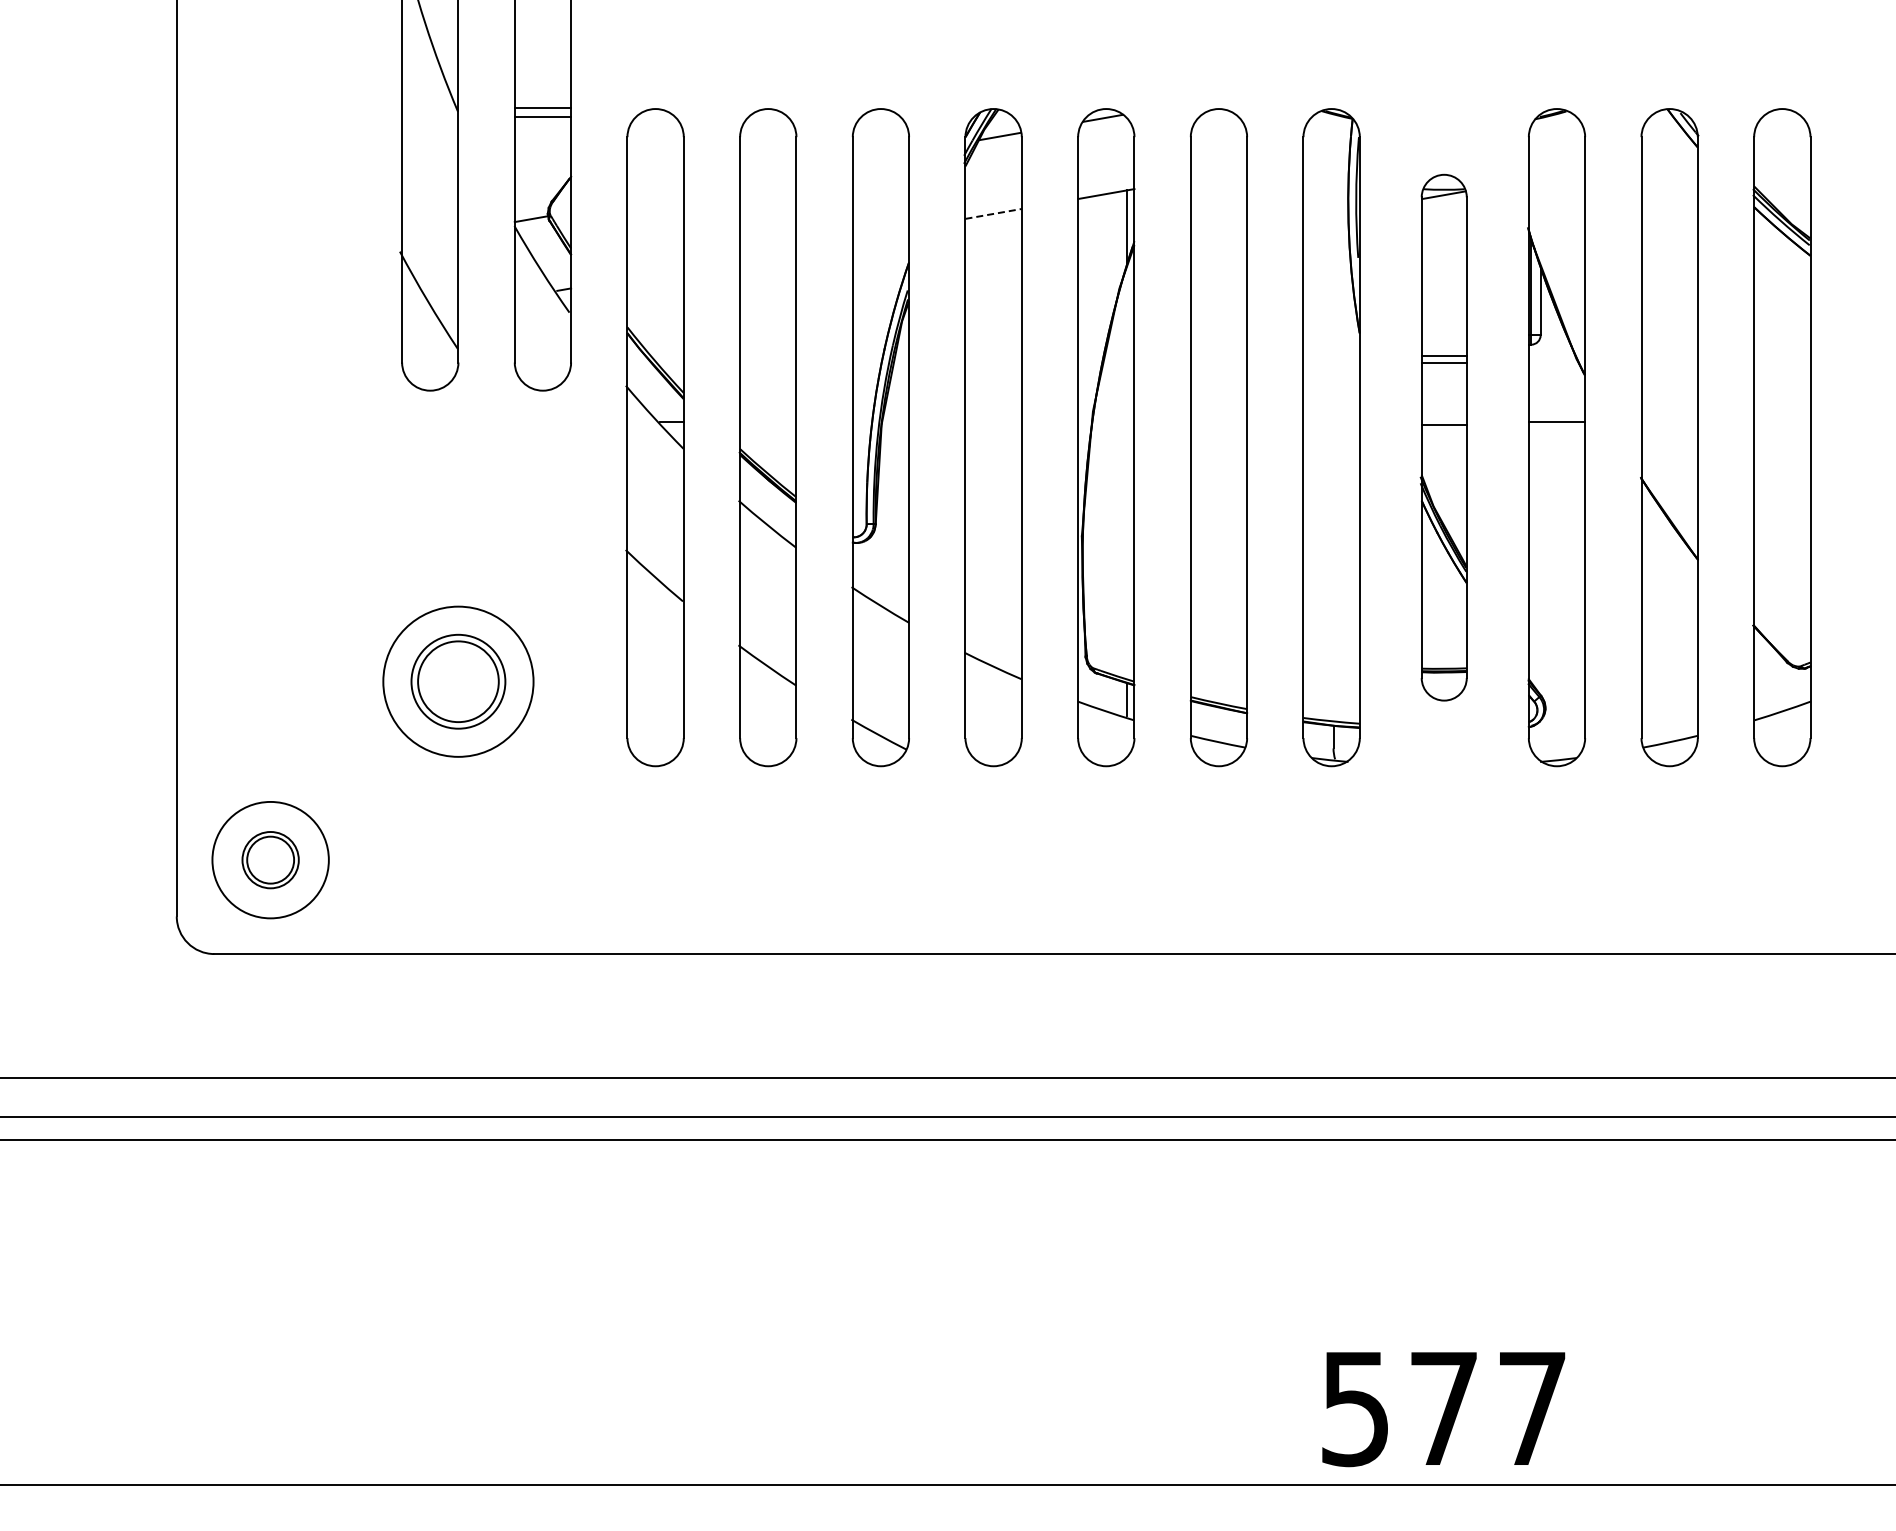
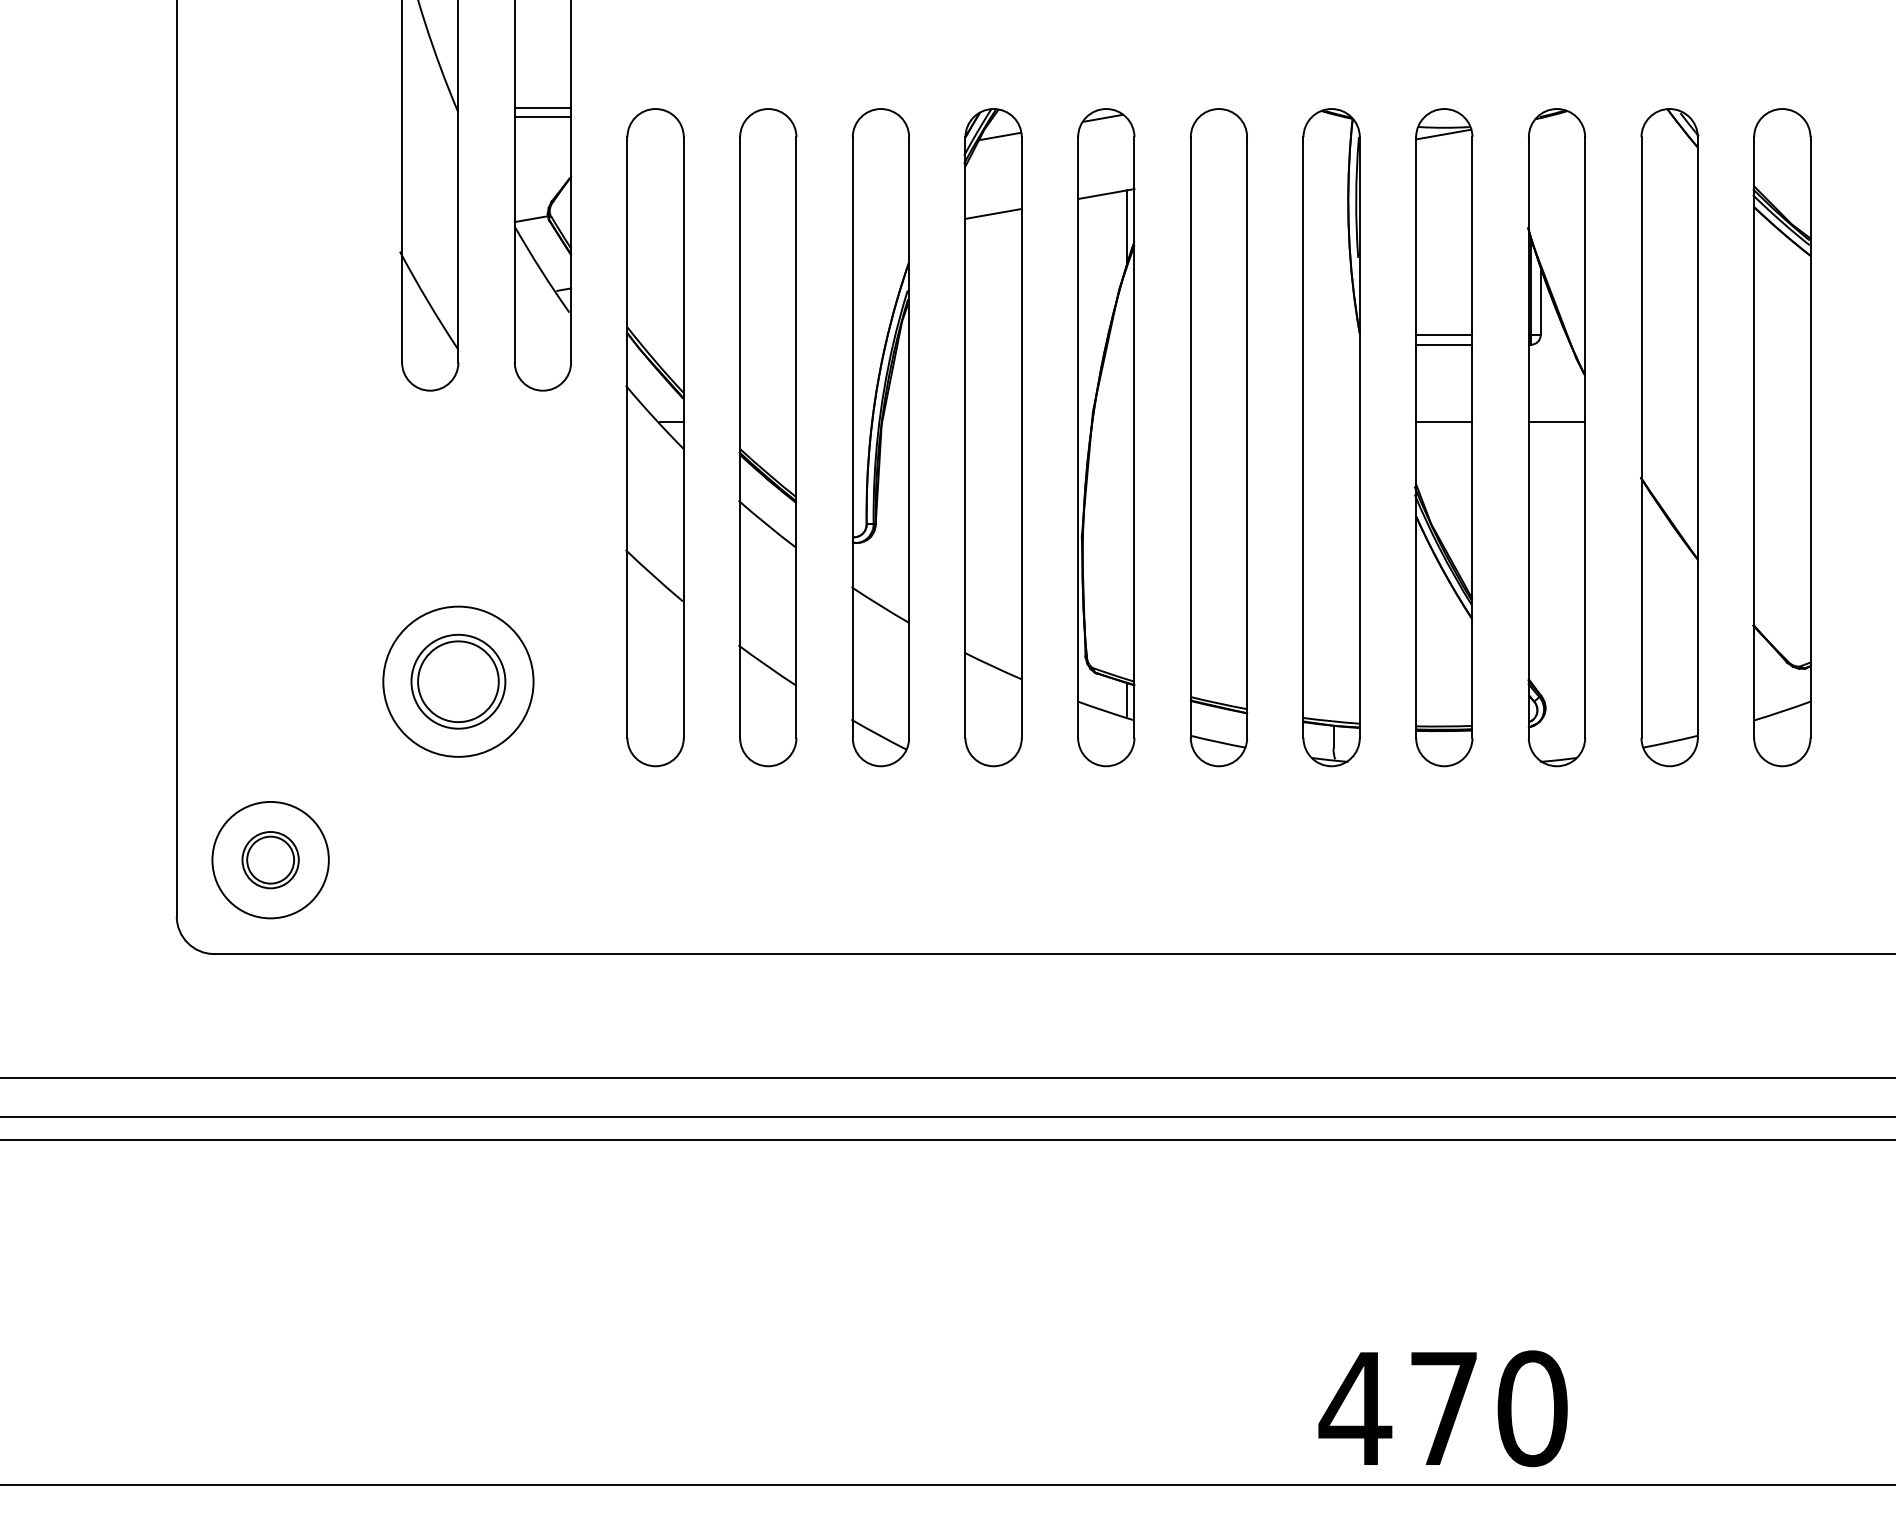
line at (993, 213): dashed -> solid
part at (1443, 437) size: 49x529 px -> 60x660 px
text at (1442, 1408): 577 -> 470
